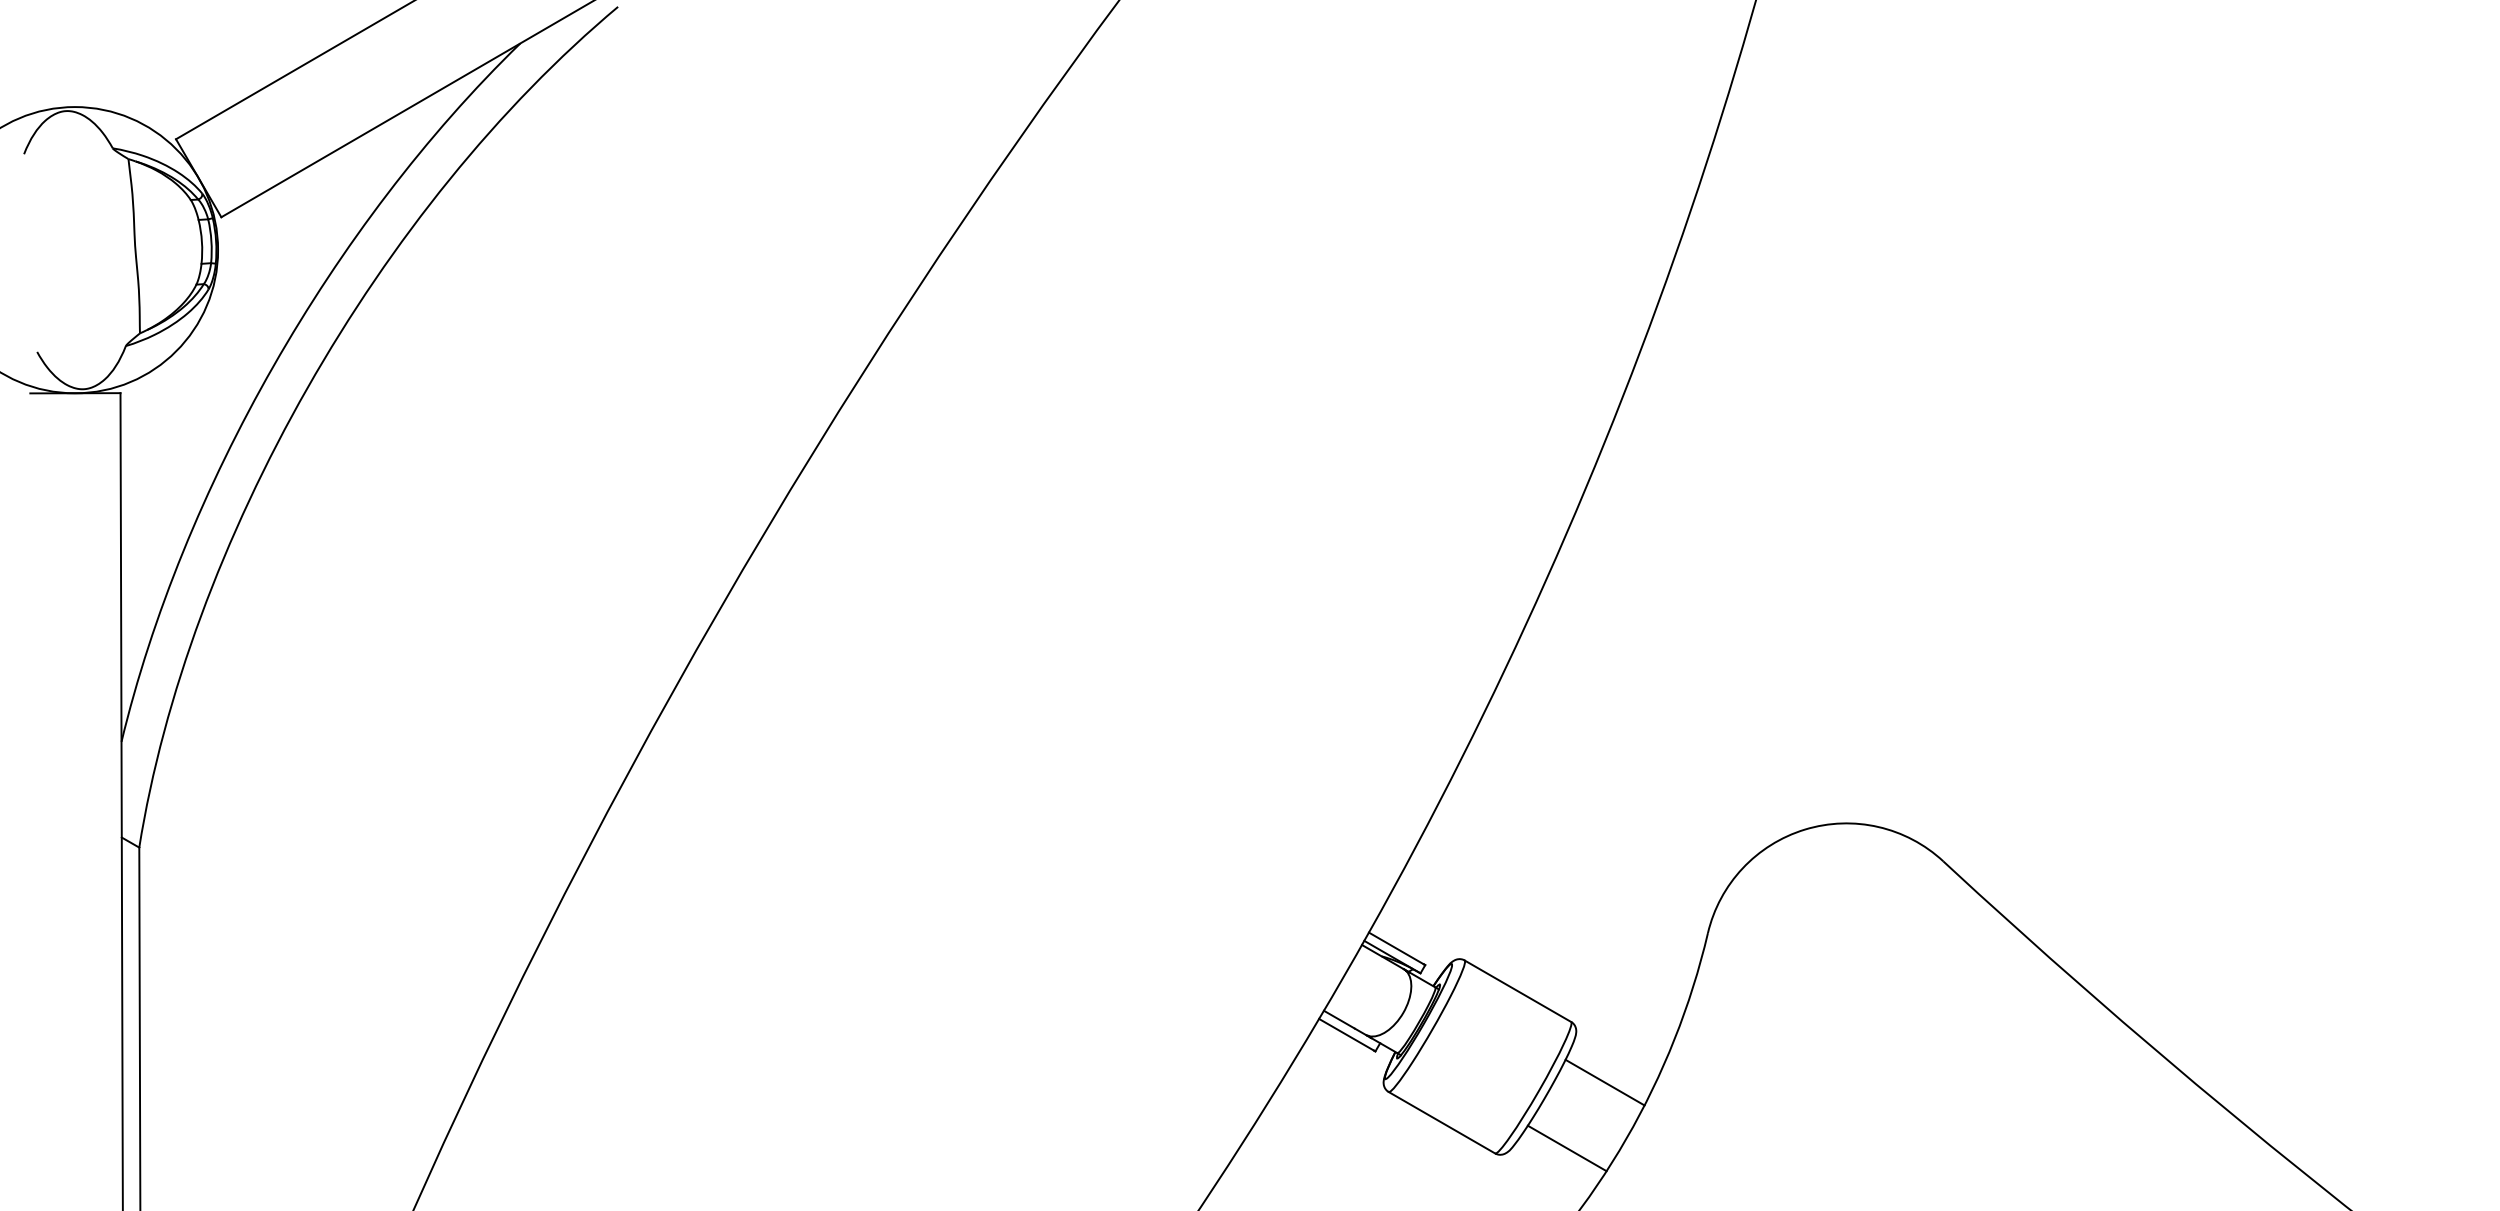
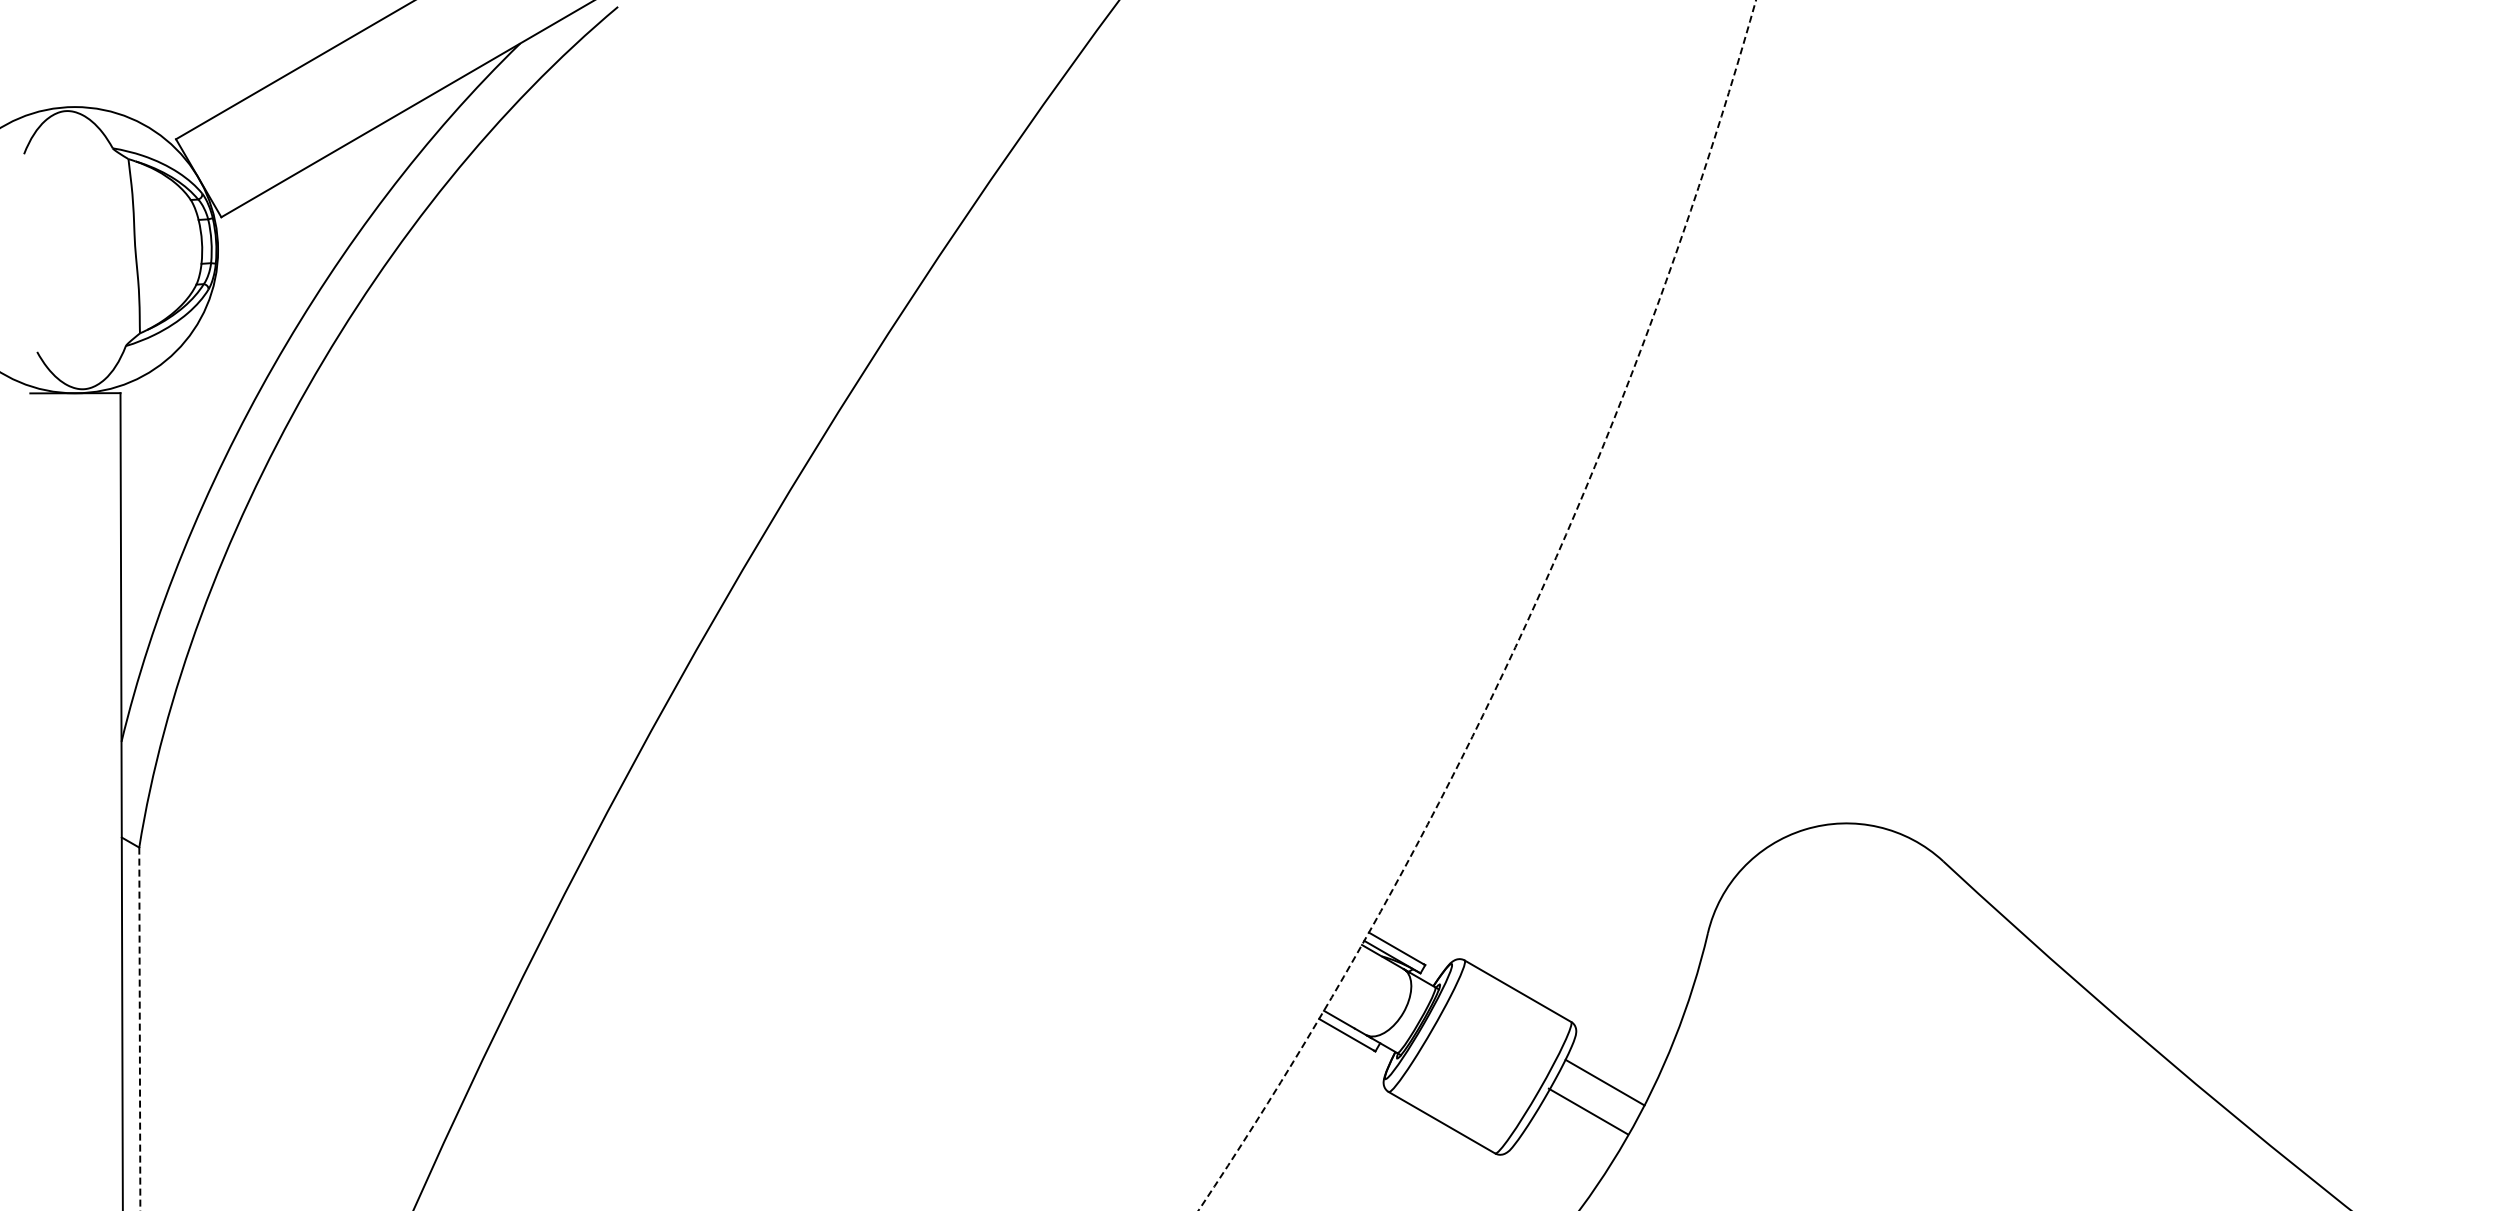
arc at (1524, 627): solid -> dashed
line at (139, 1029): solid -> dashed
line at (1566, 1148) position: (1566, 1148) -> (1587, 1111)
